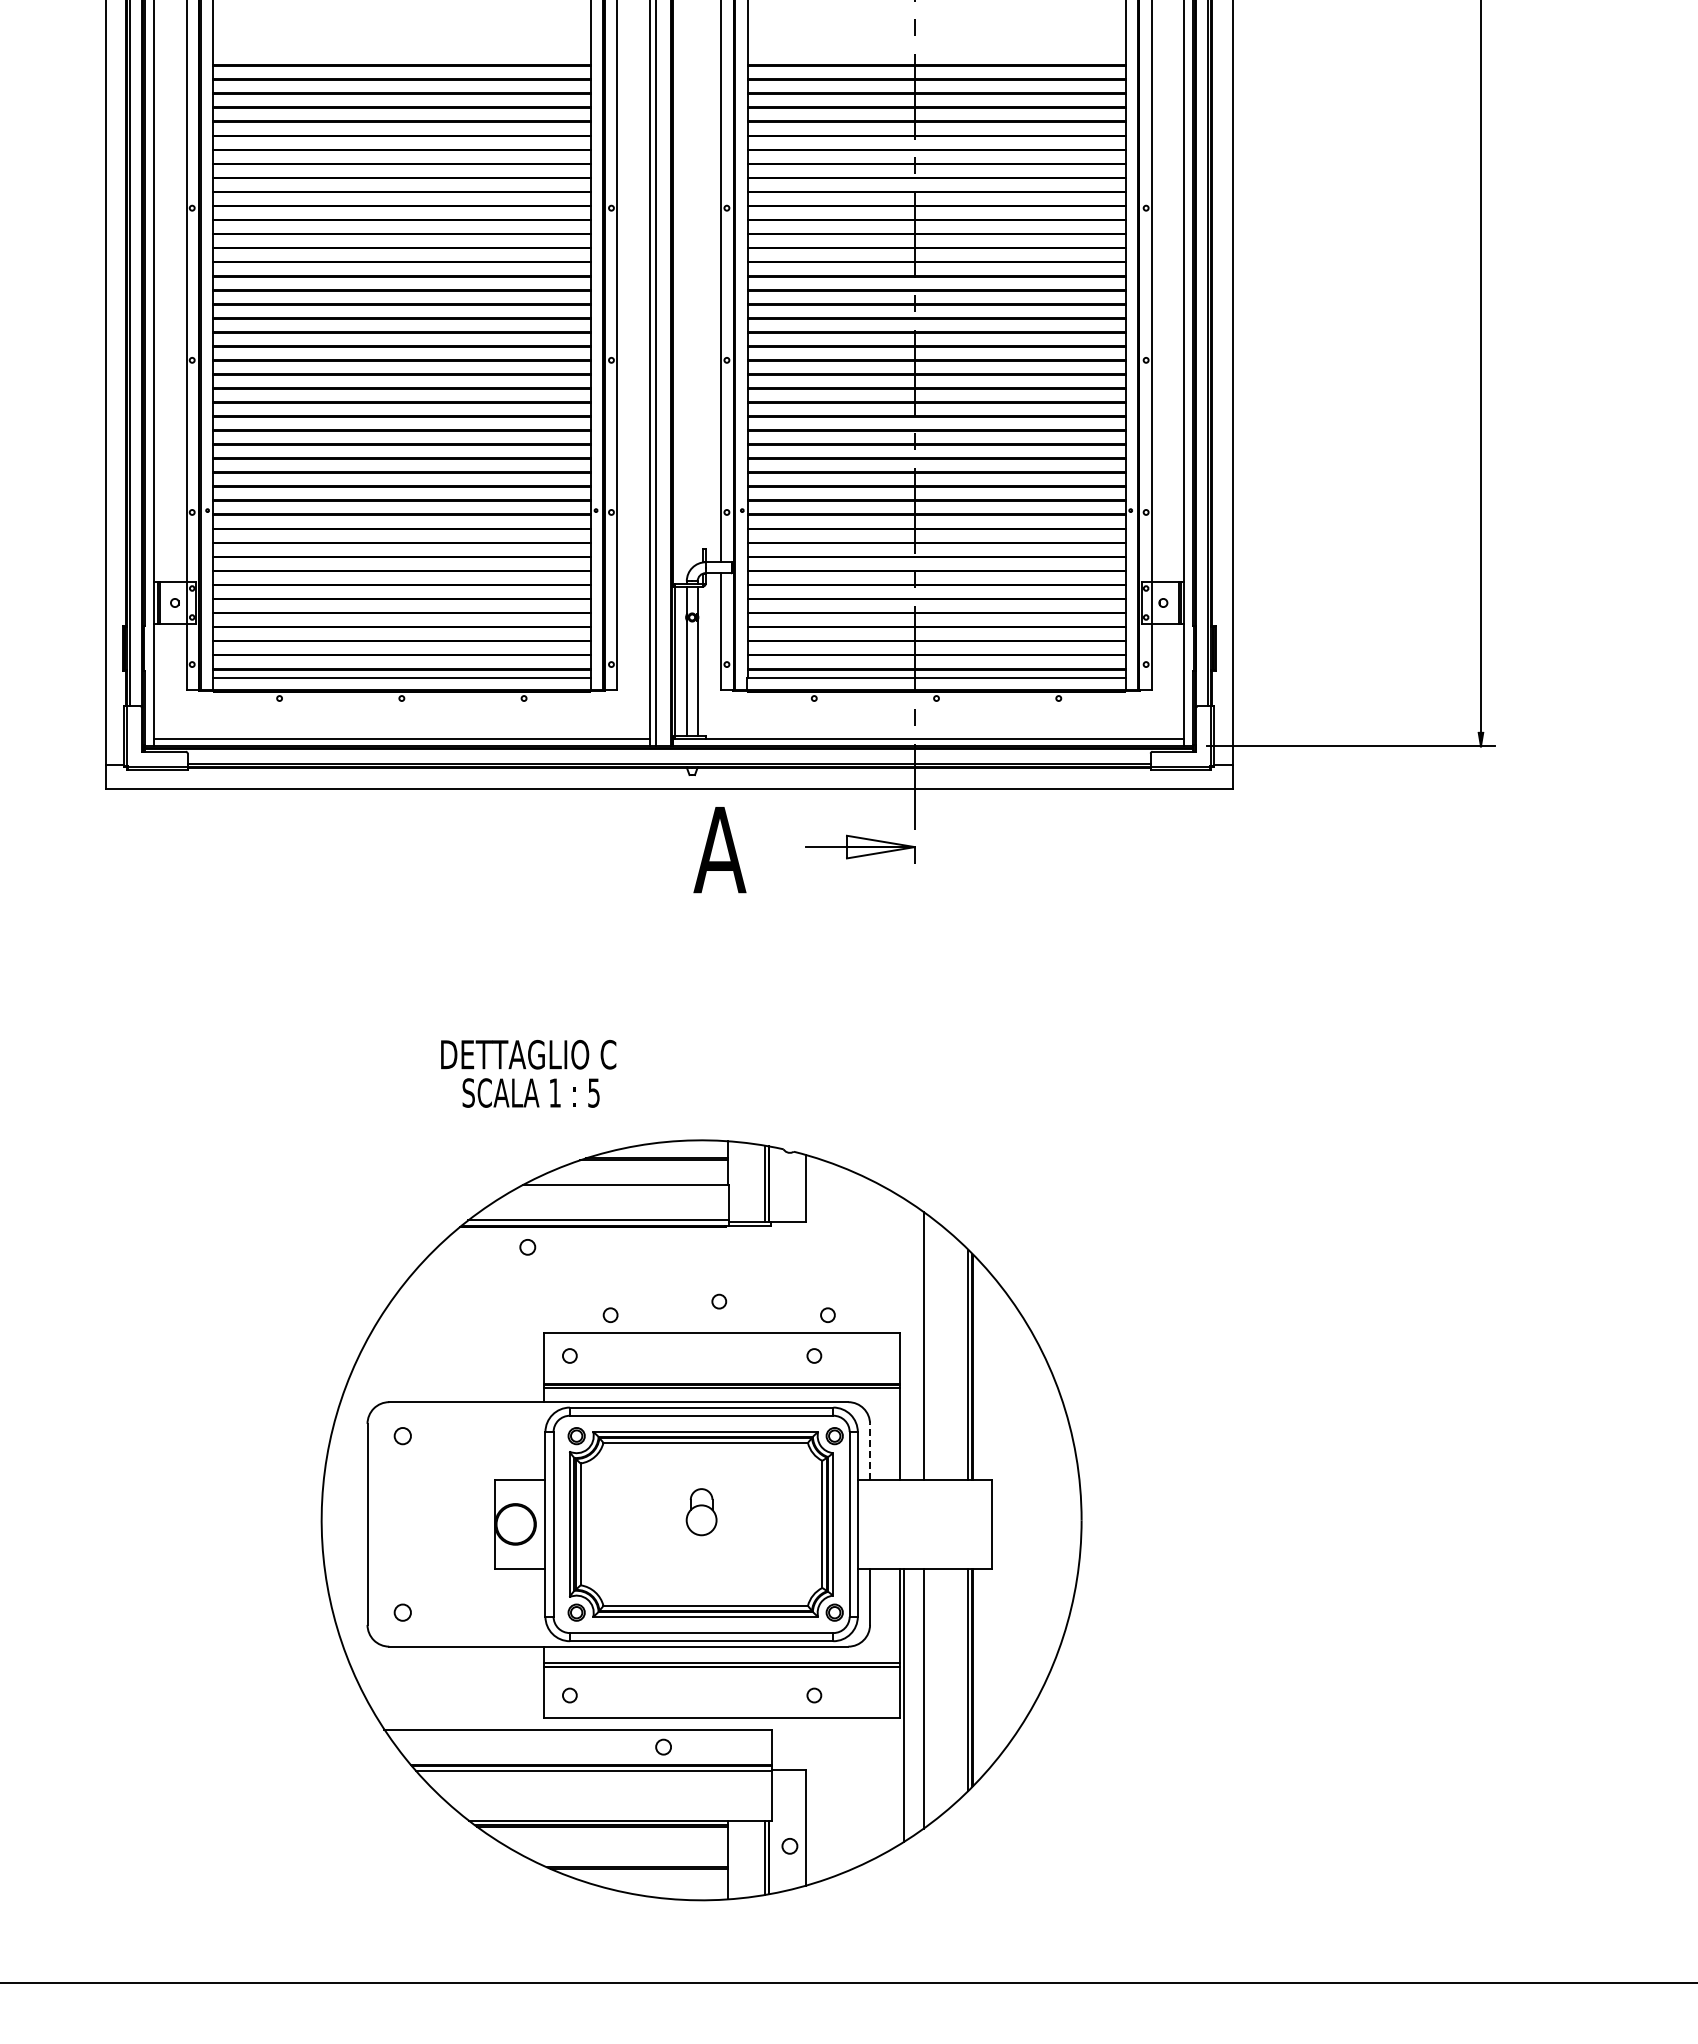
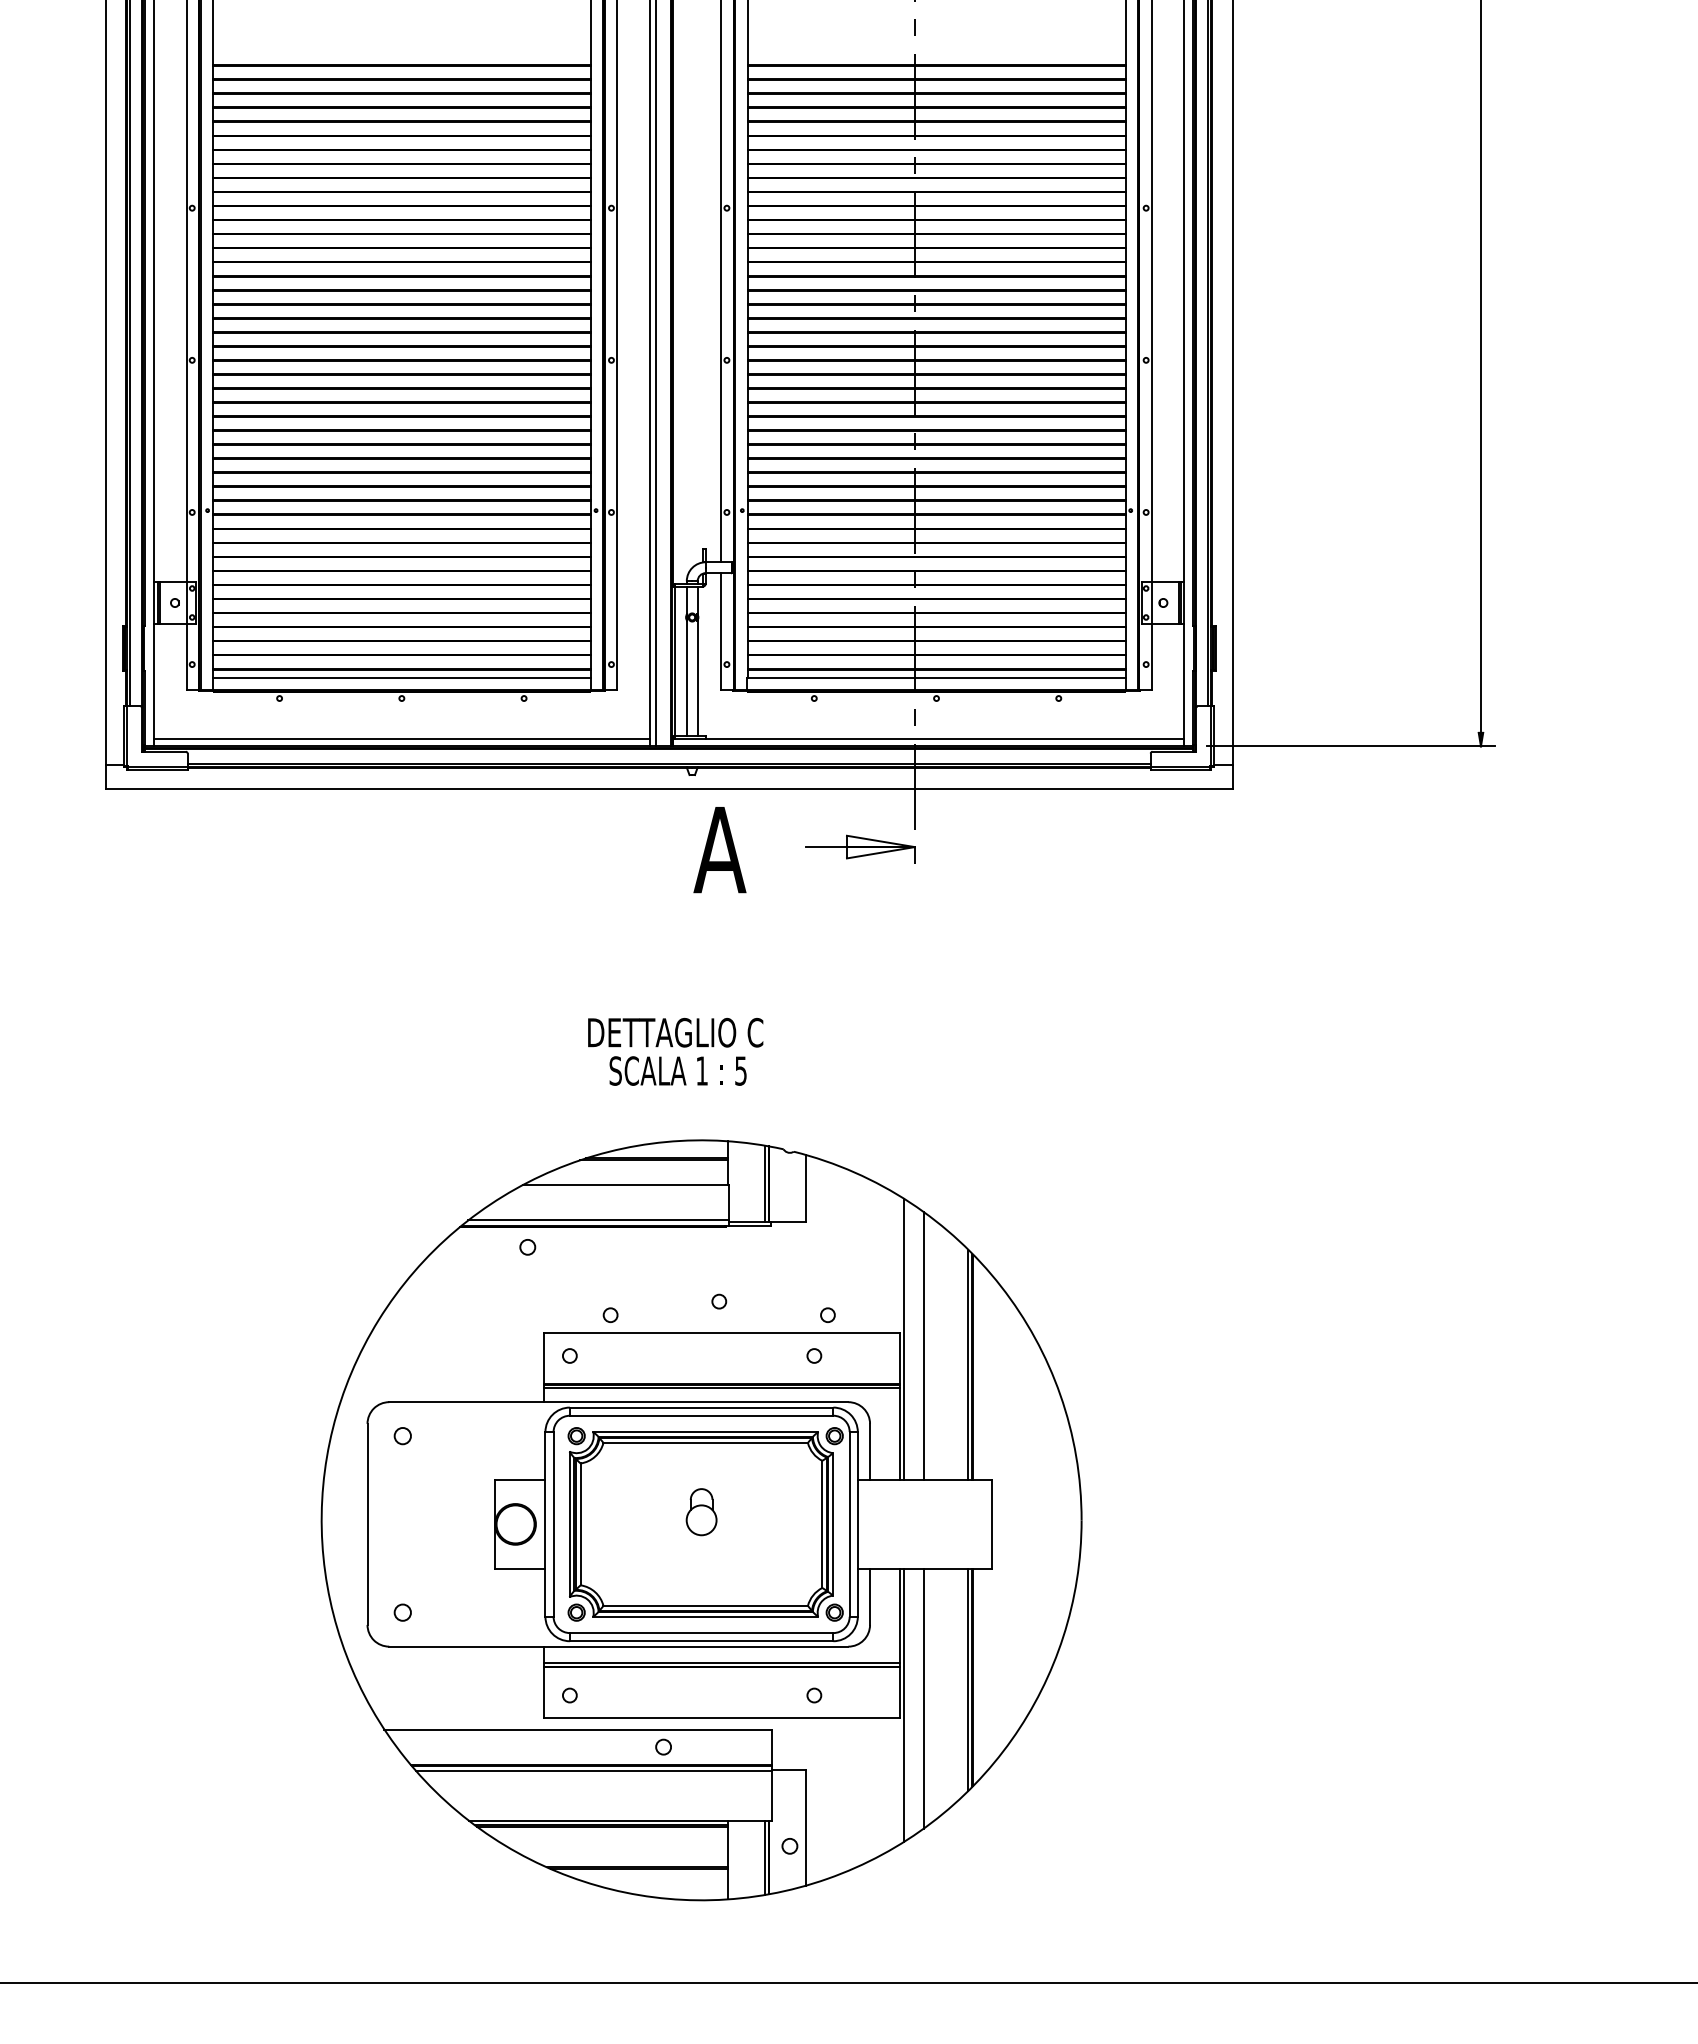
text at (528, 1073) position: (528, 1073) -> (675, 1051)
line at (904, 1338): none -> present
line at (870, 1451): dashed -> solid
